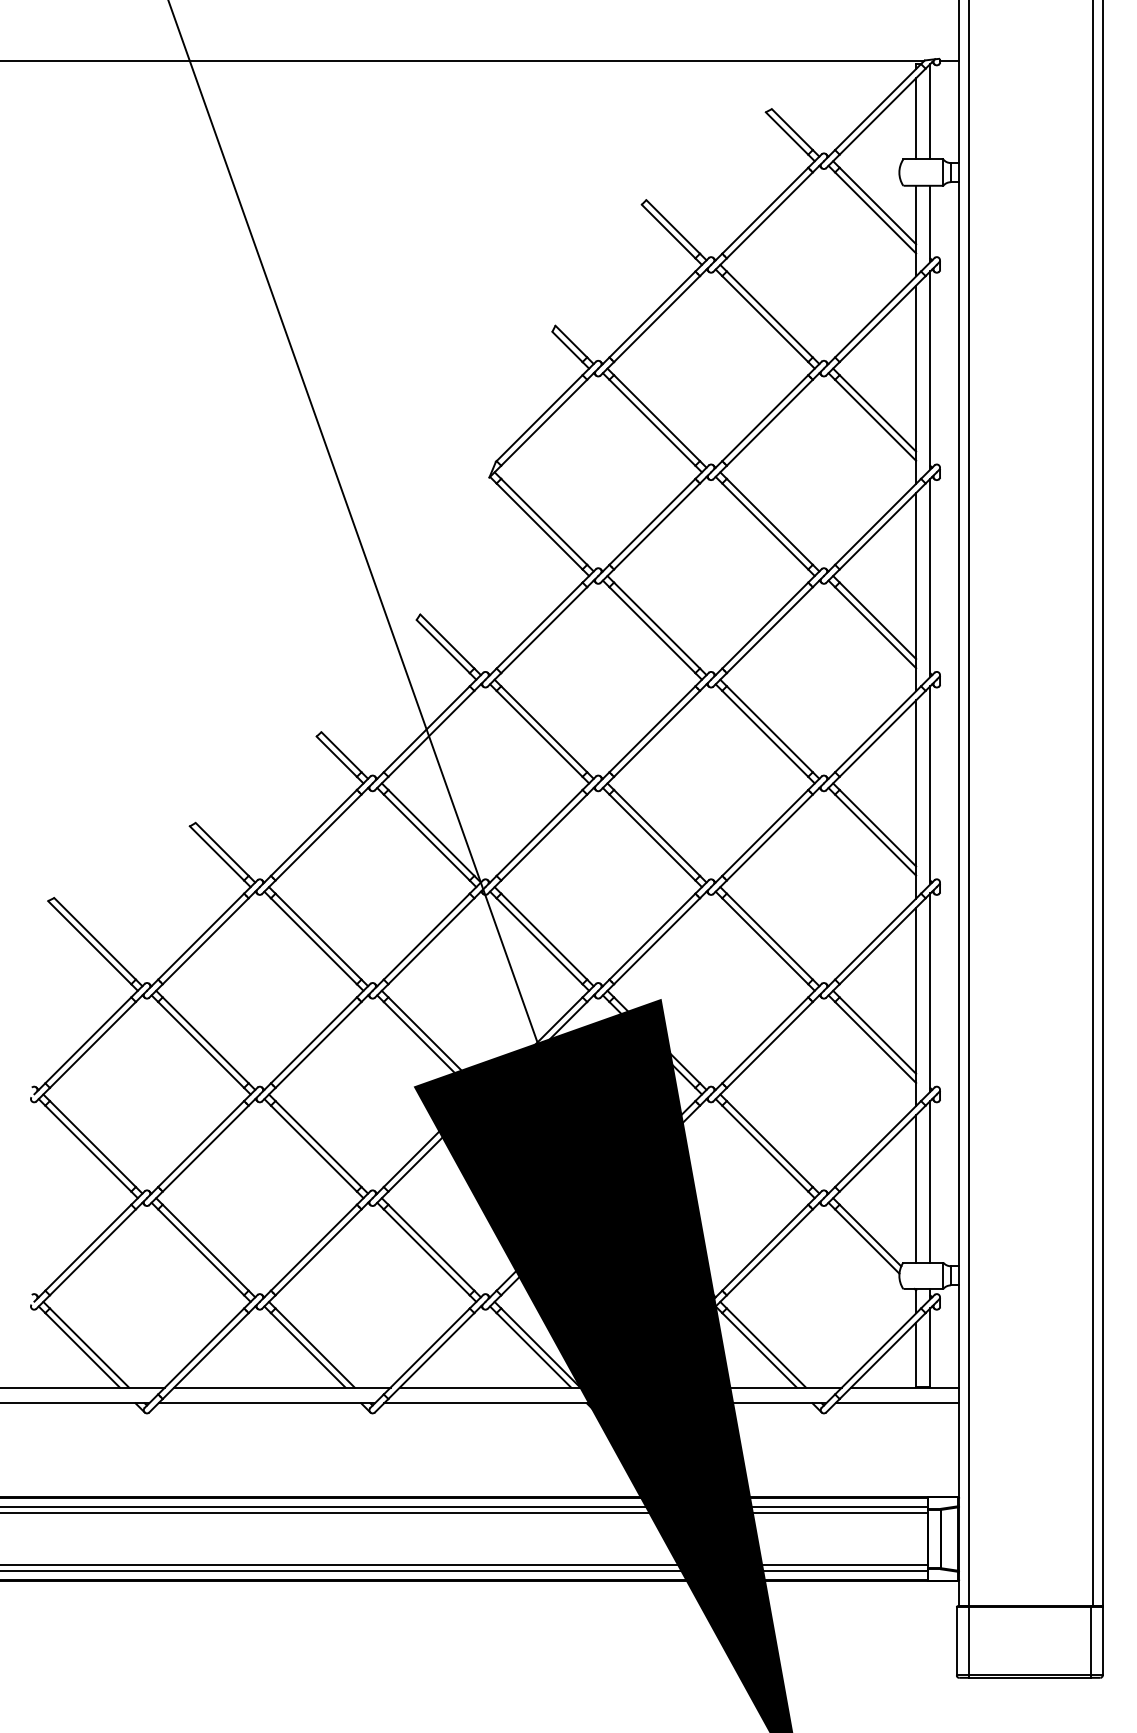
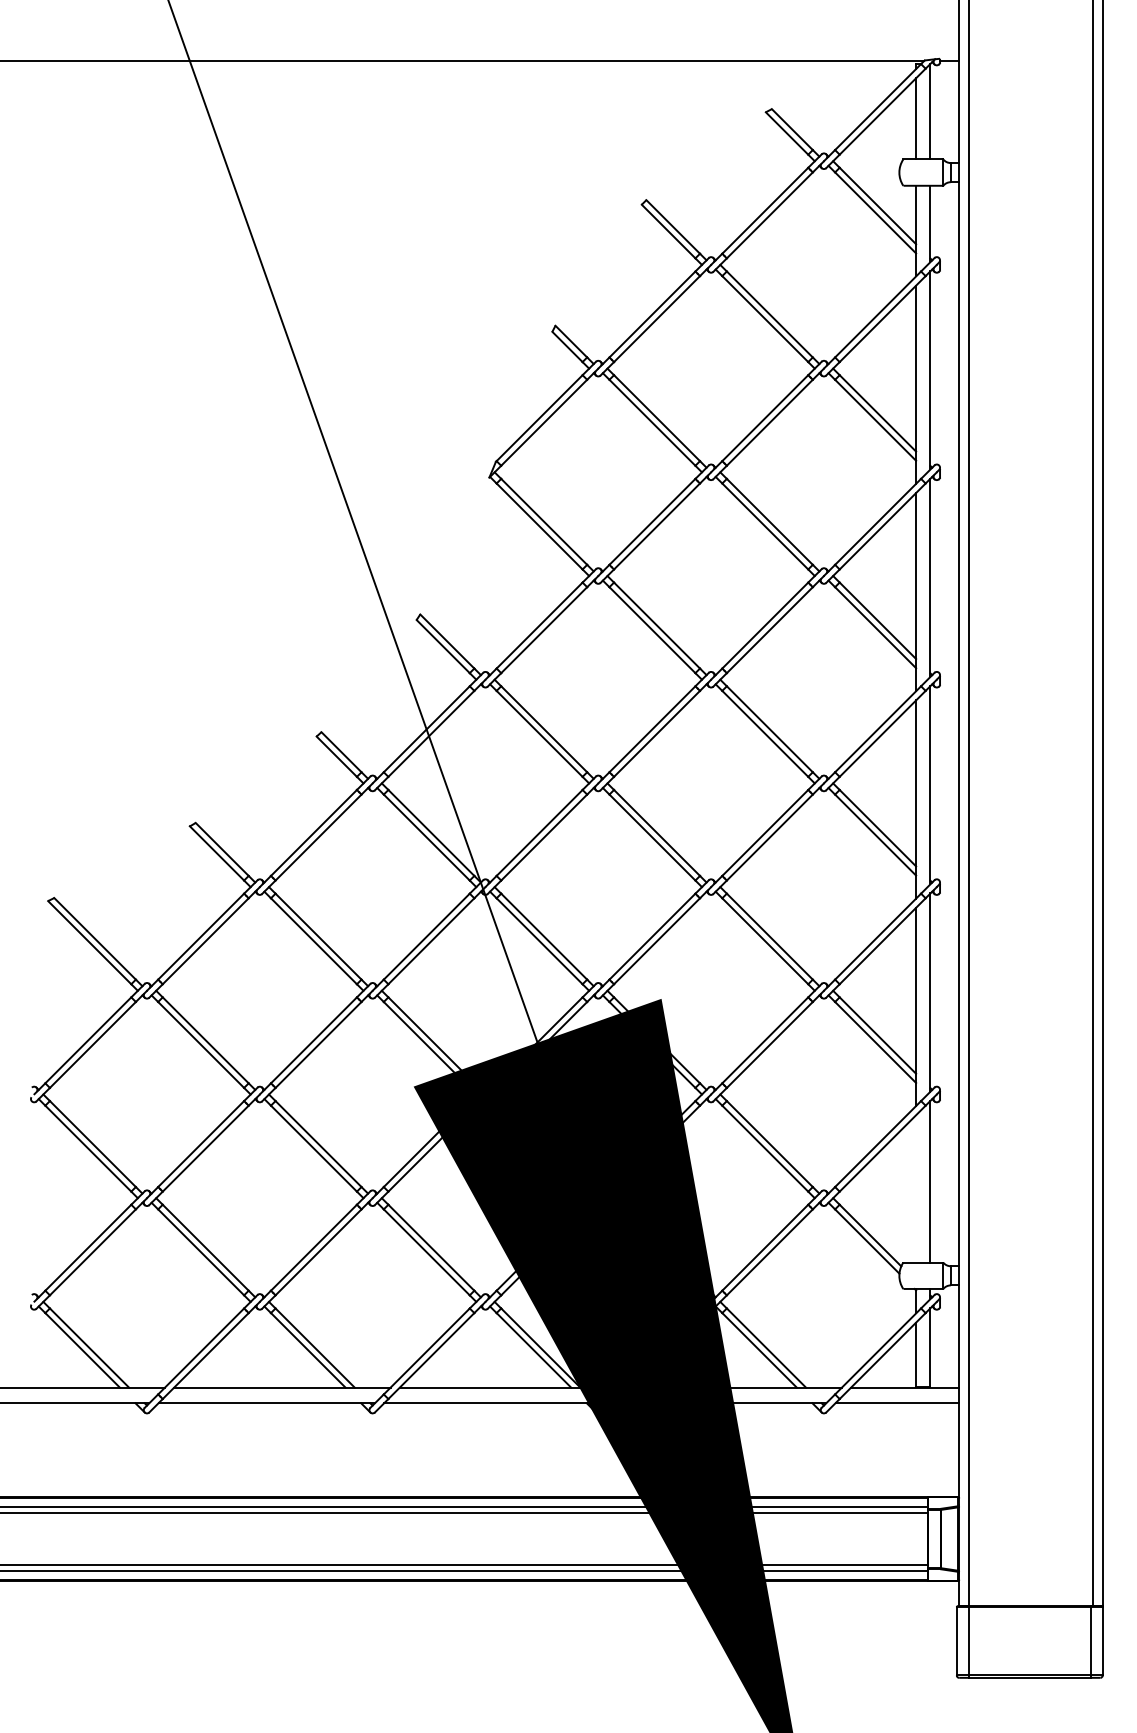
line at (916, 1188): present -> none
